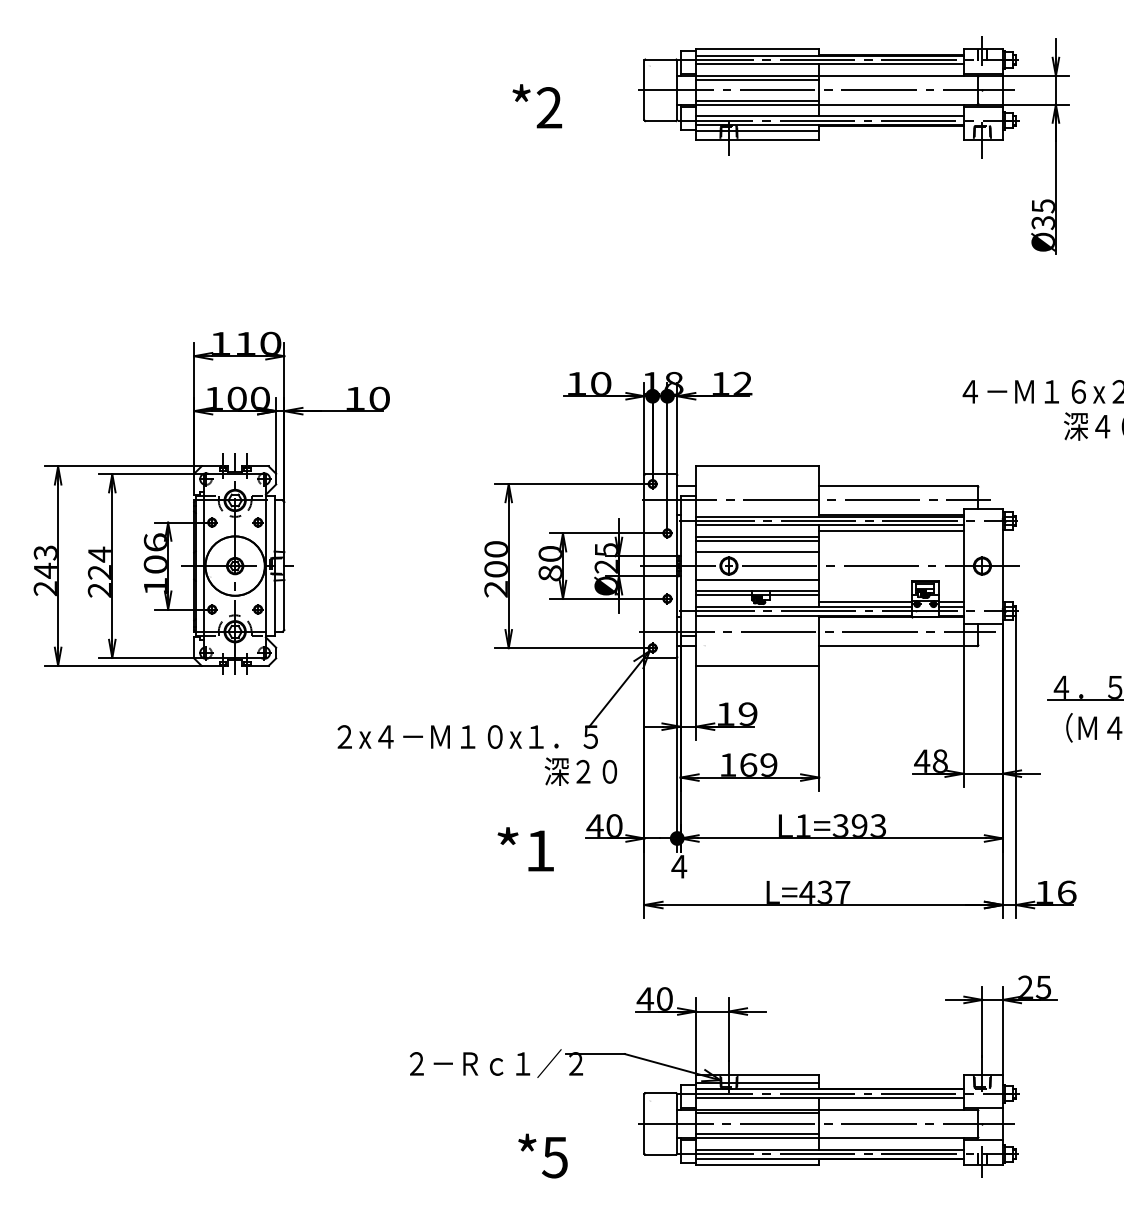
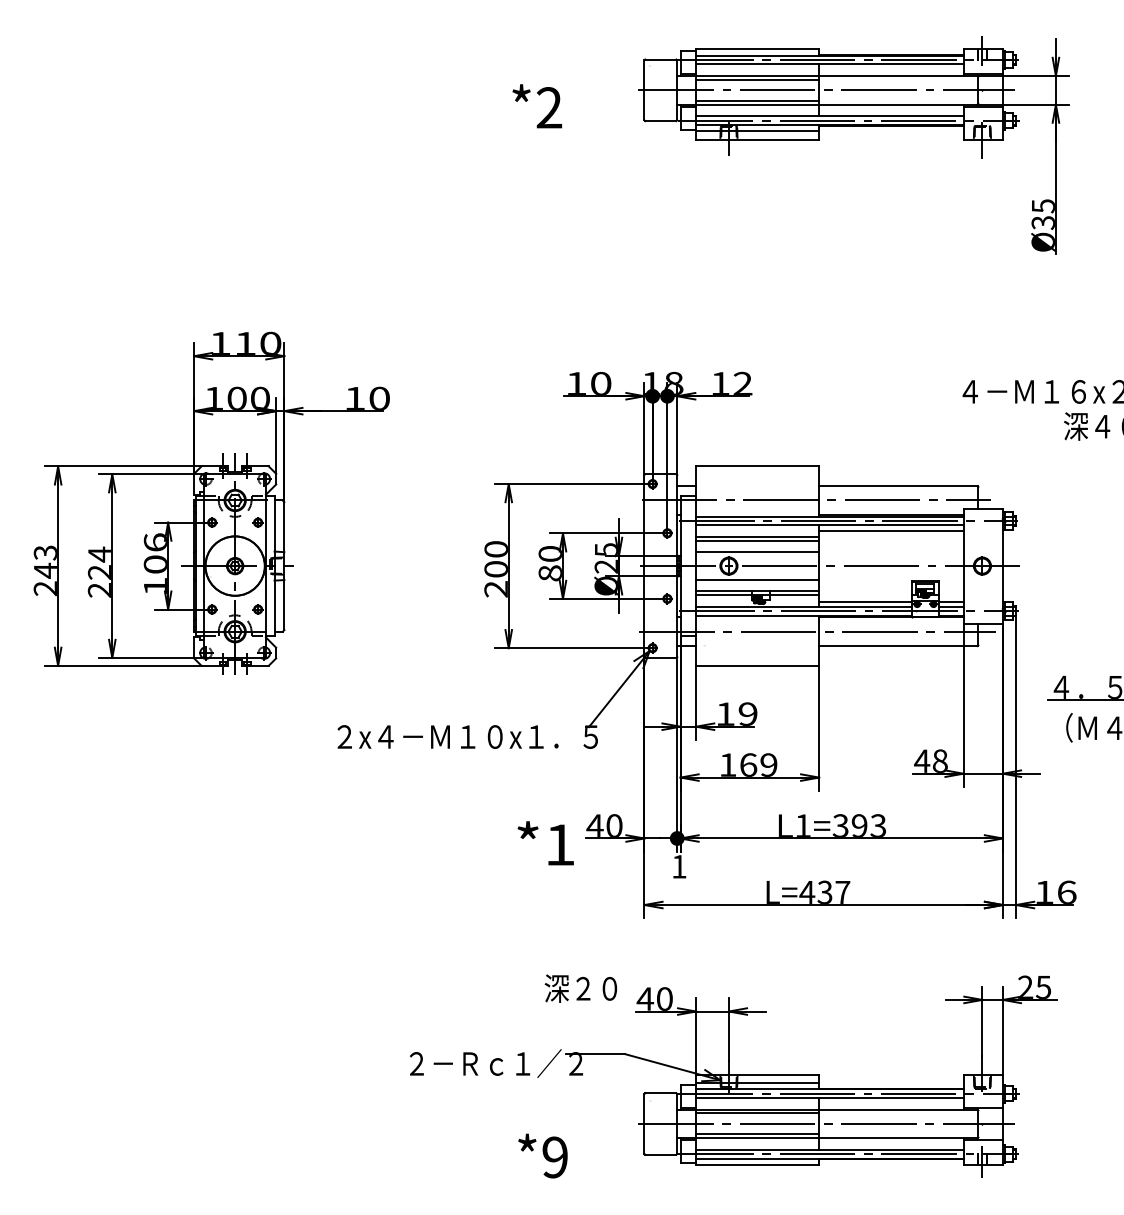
text at (580, 771) position: (580, 771) -> (580, 988)
text at (525, 849) position: (525, 849) -> (545, 843)
text at (679, 866): 4 -> 1
text at (554, 1157): *5 -> *9
